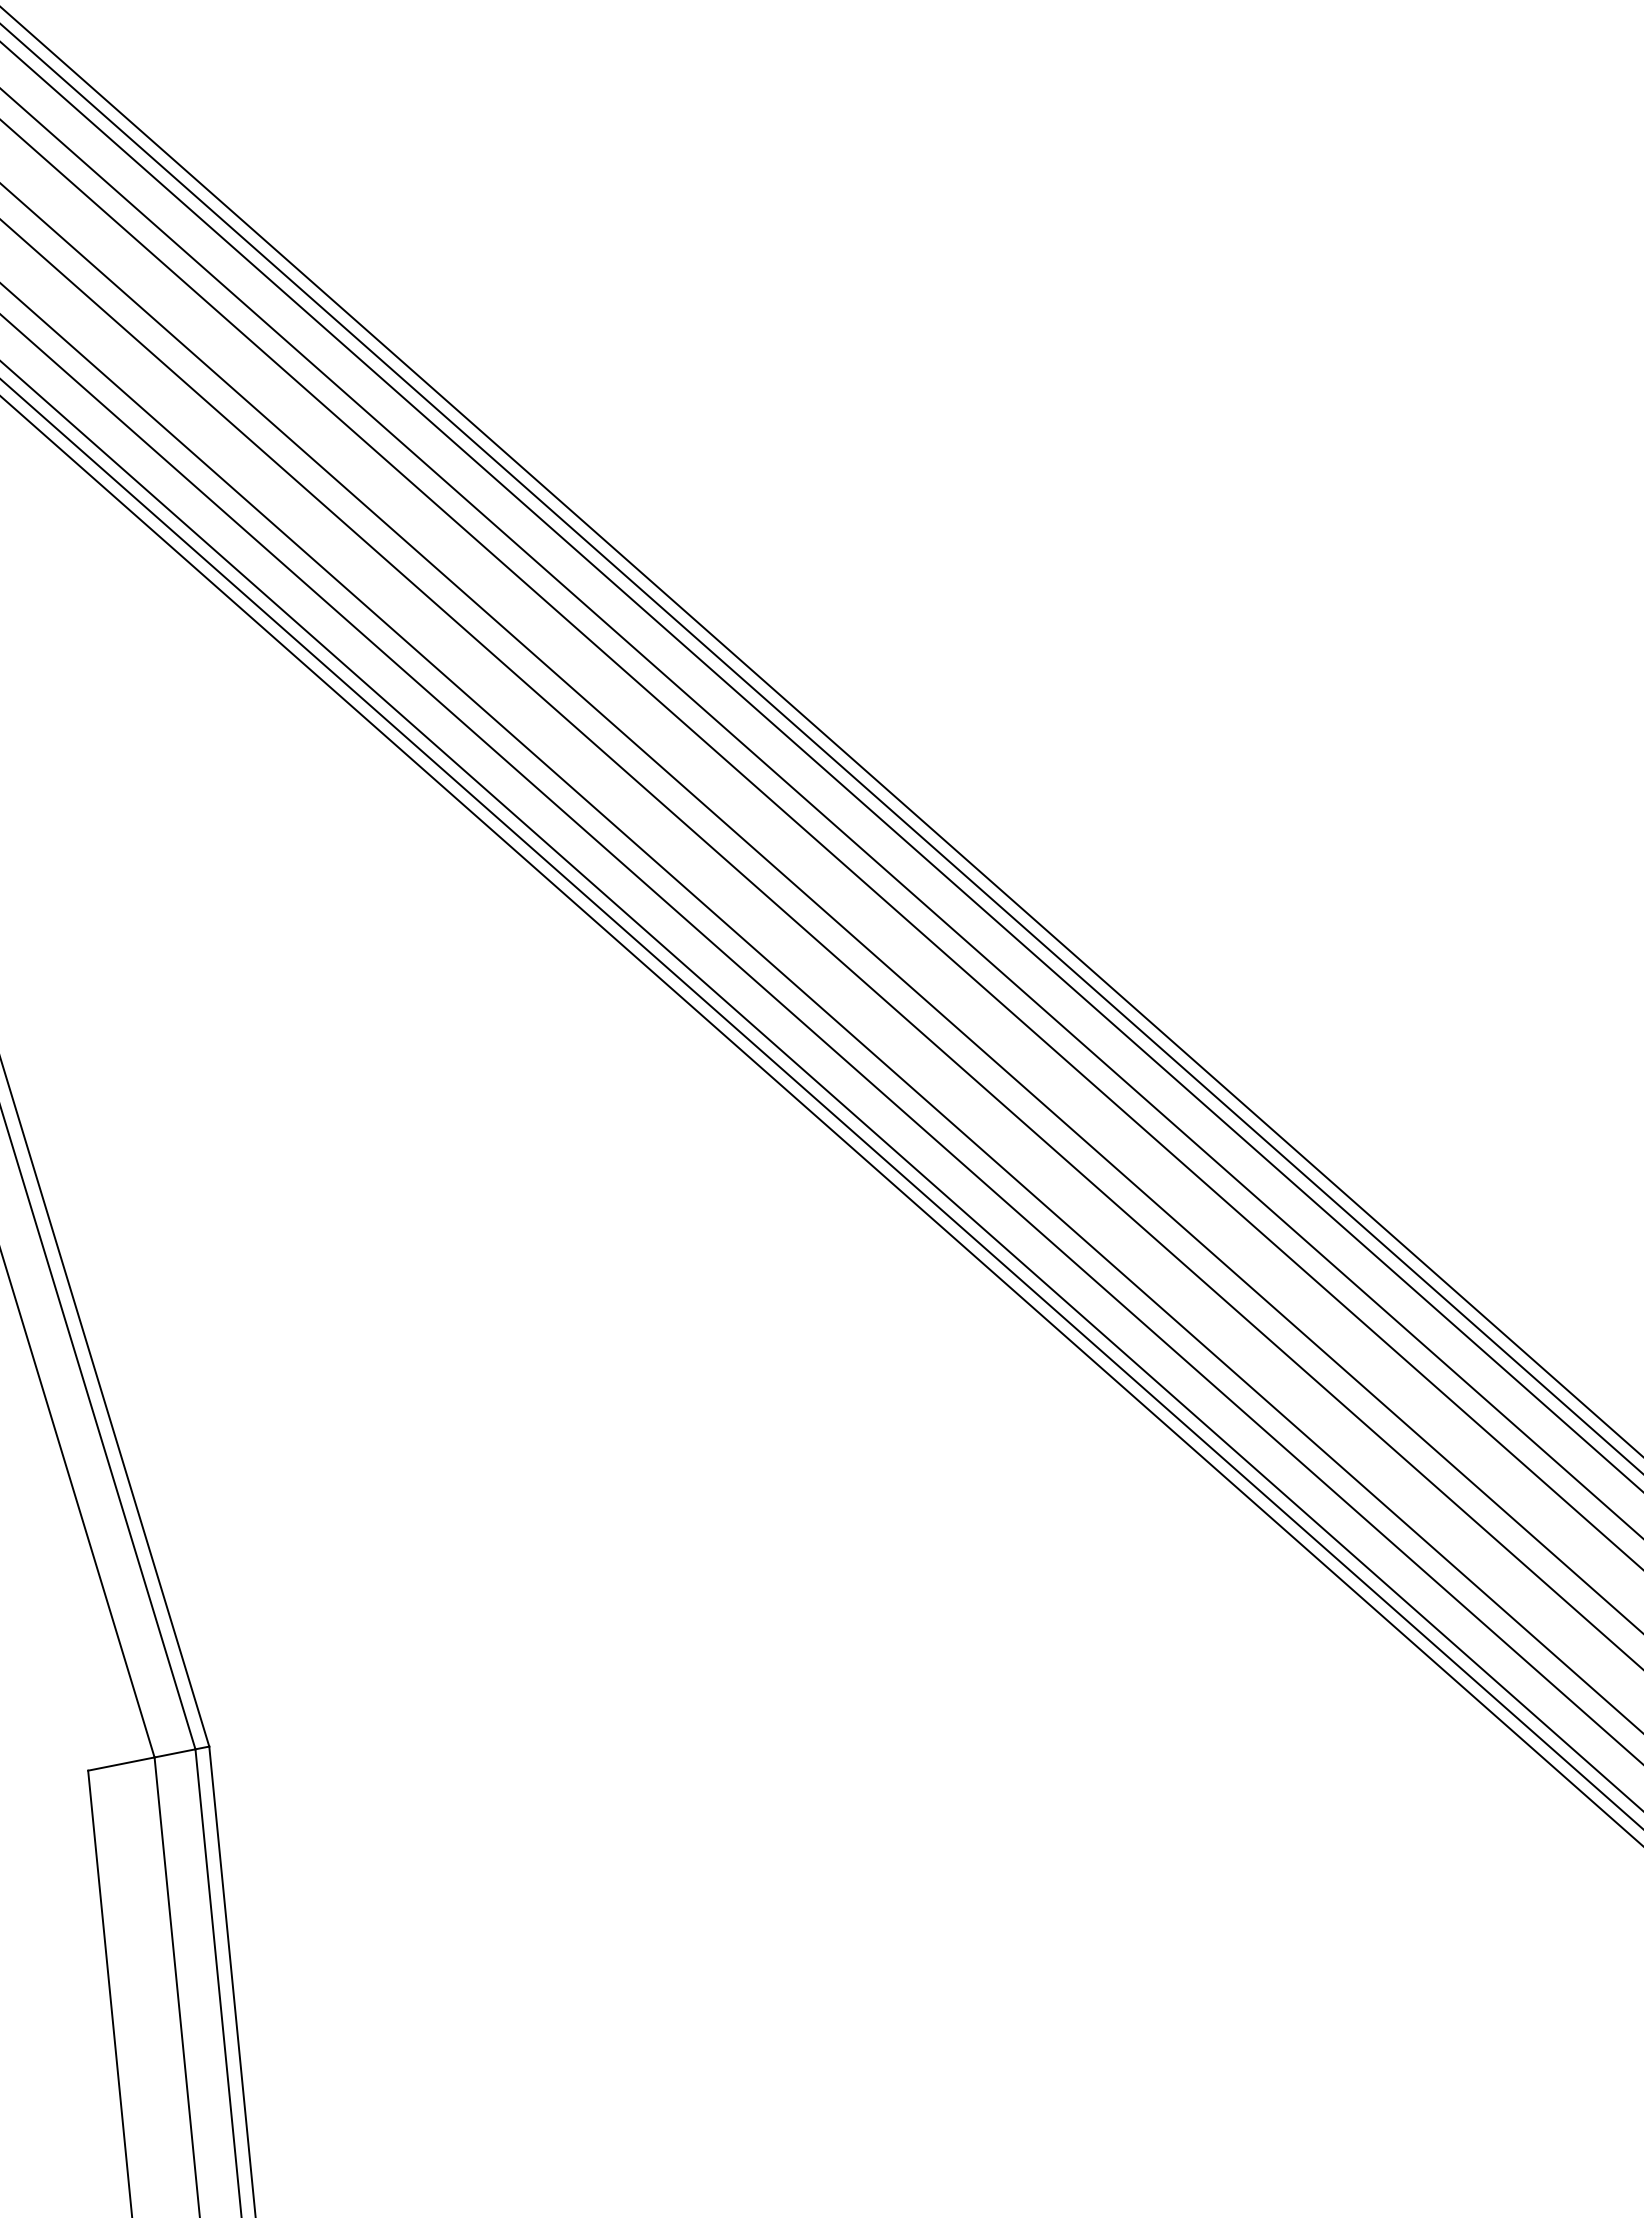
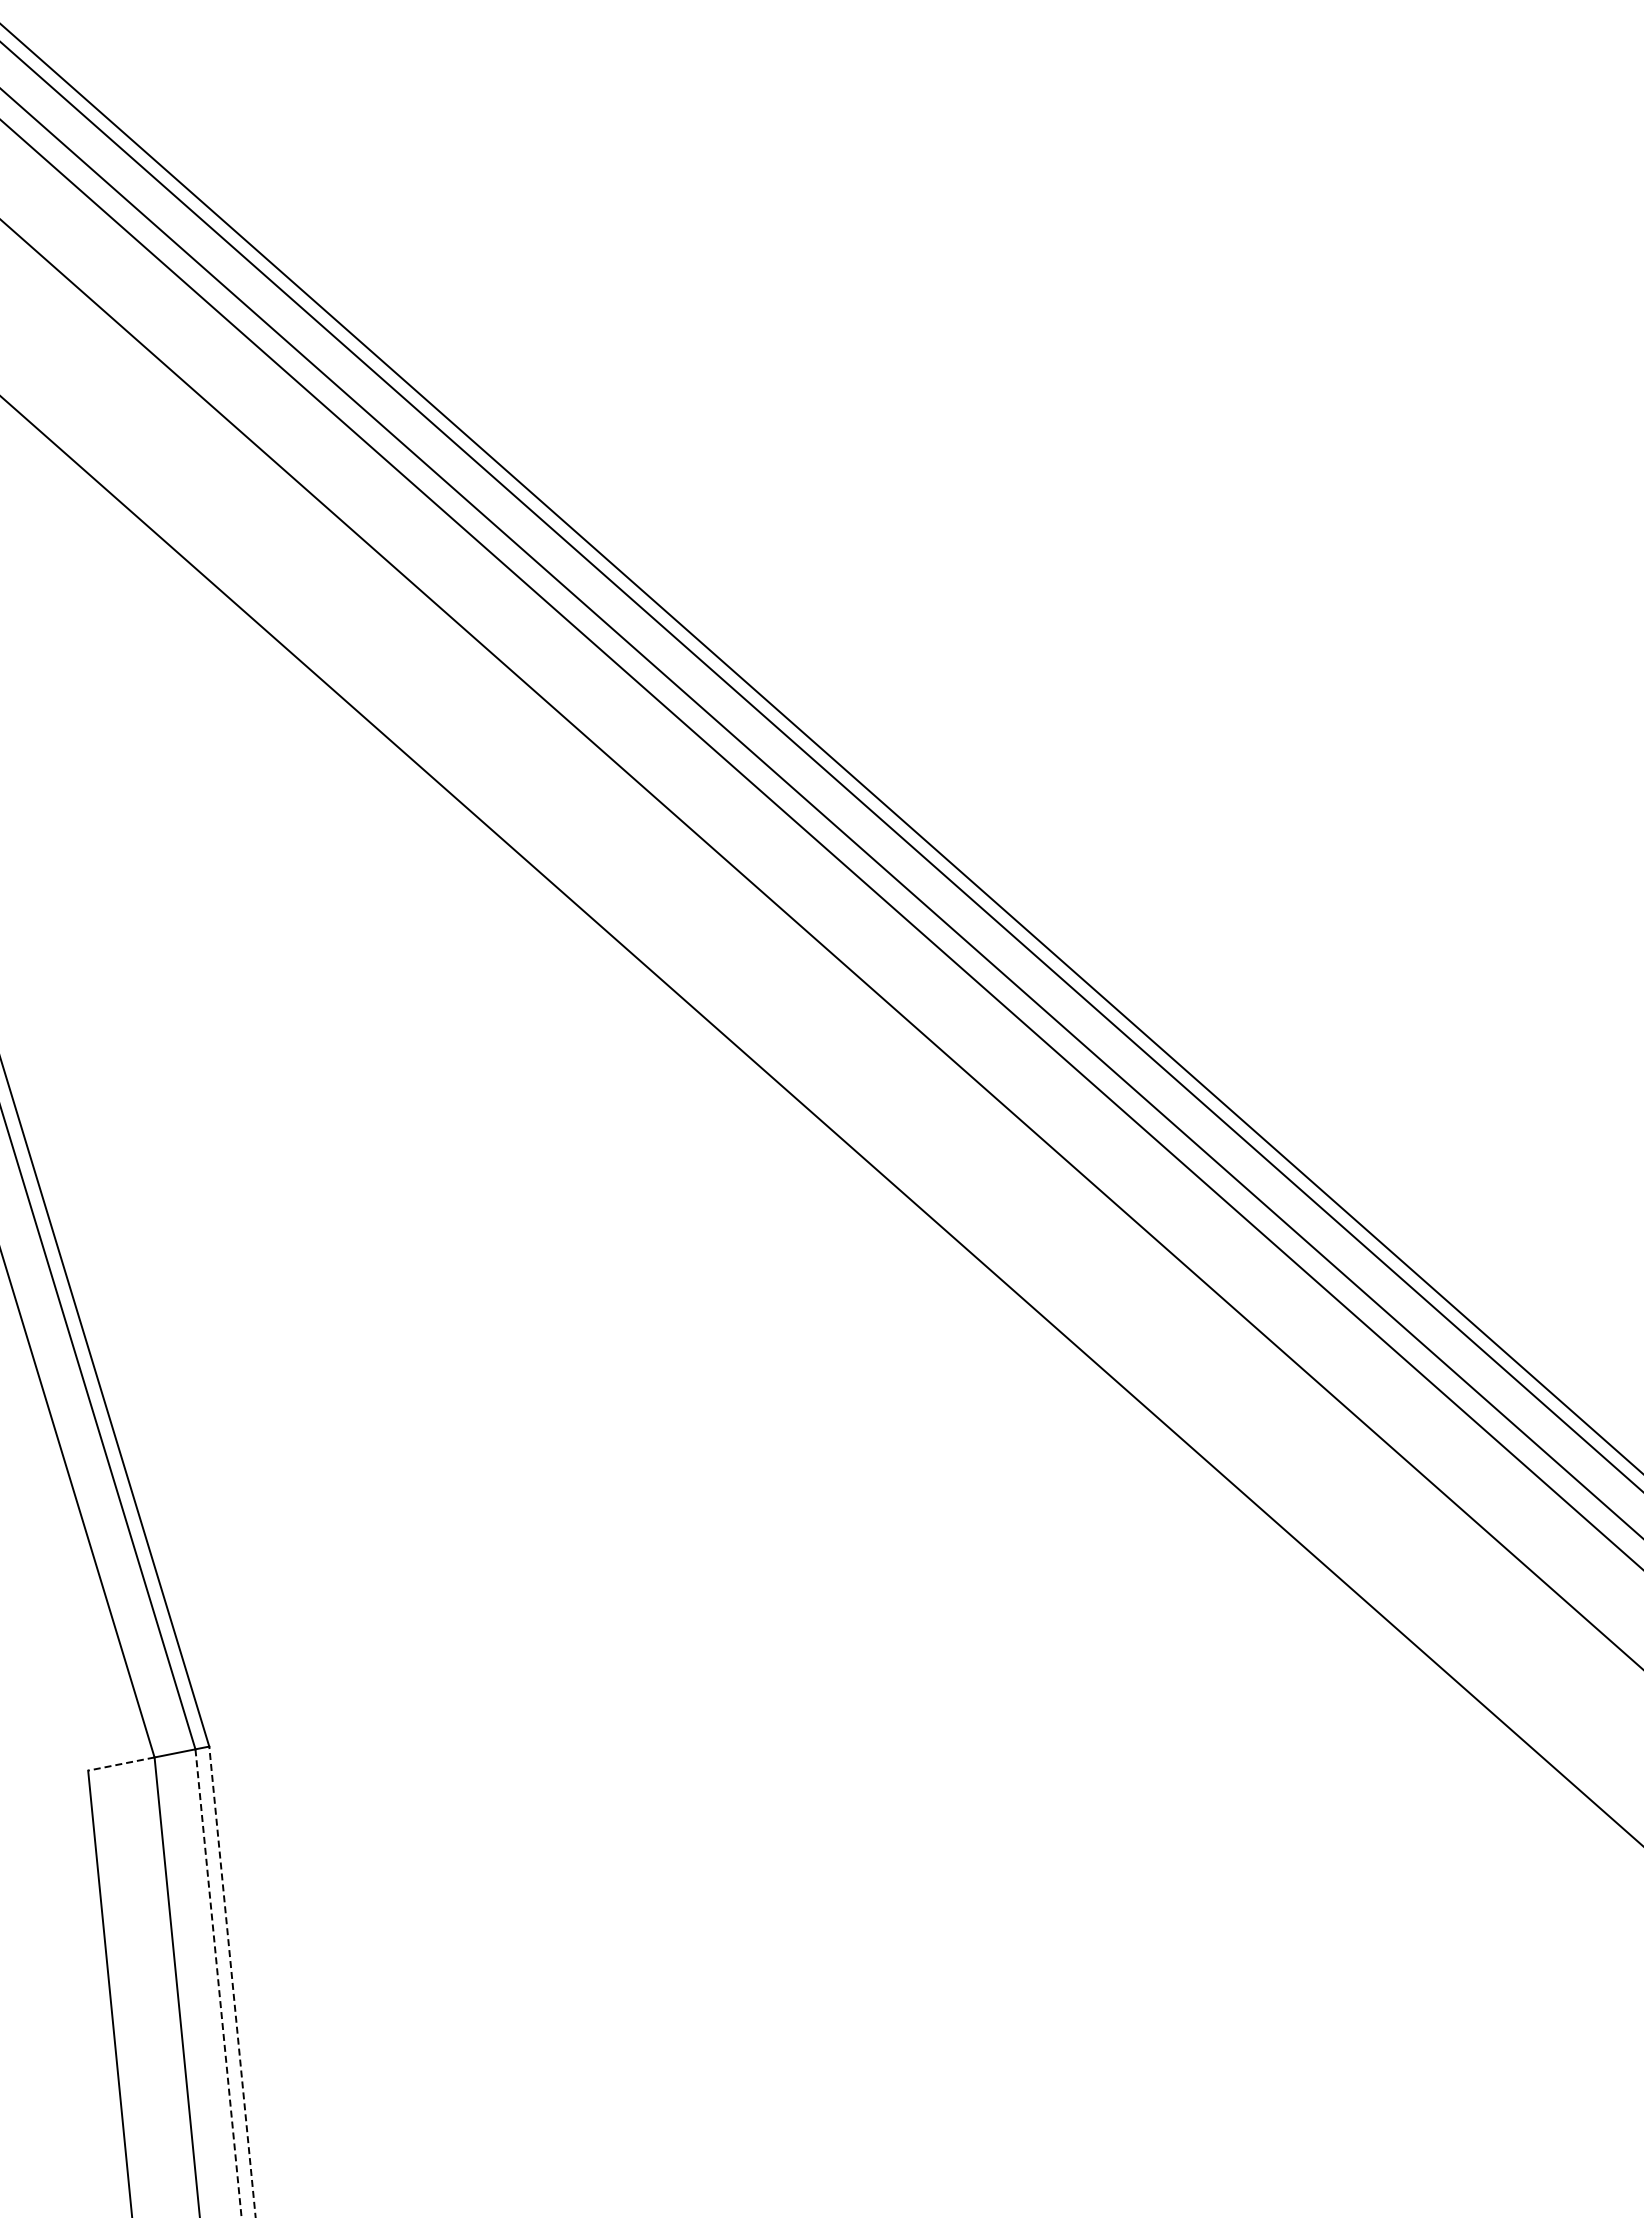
line at (821, 731): present -> none
line at (821, 908): present -> none
line at (821, 1007): present -> none
line at (821, 1038): present -> none
line at (821, 1085): present -> none
line at (821, 1103): present -> none
line at (121, 1764): solid -> dashed
line at (232, 1981): solid -> dashed
line at (218, 1984): solid -> dashed
